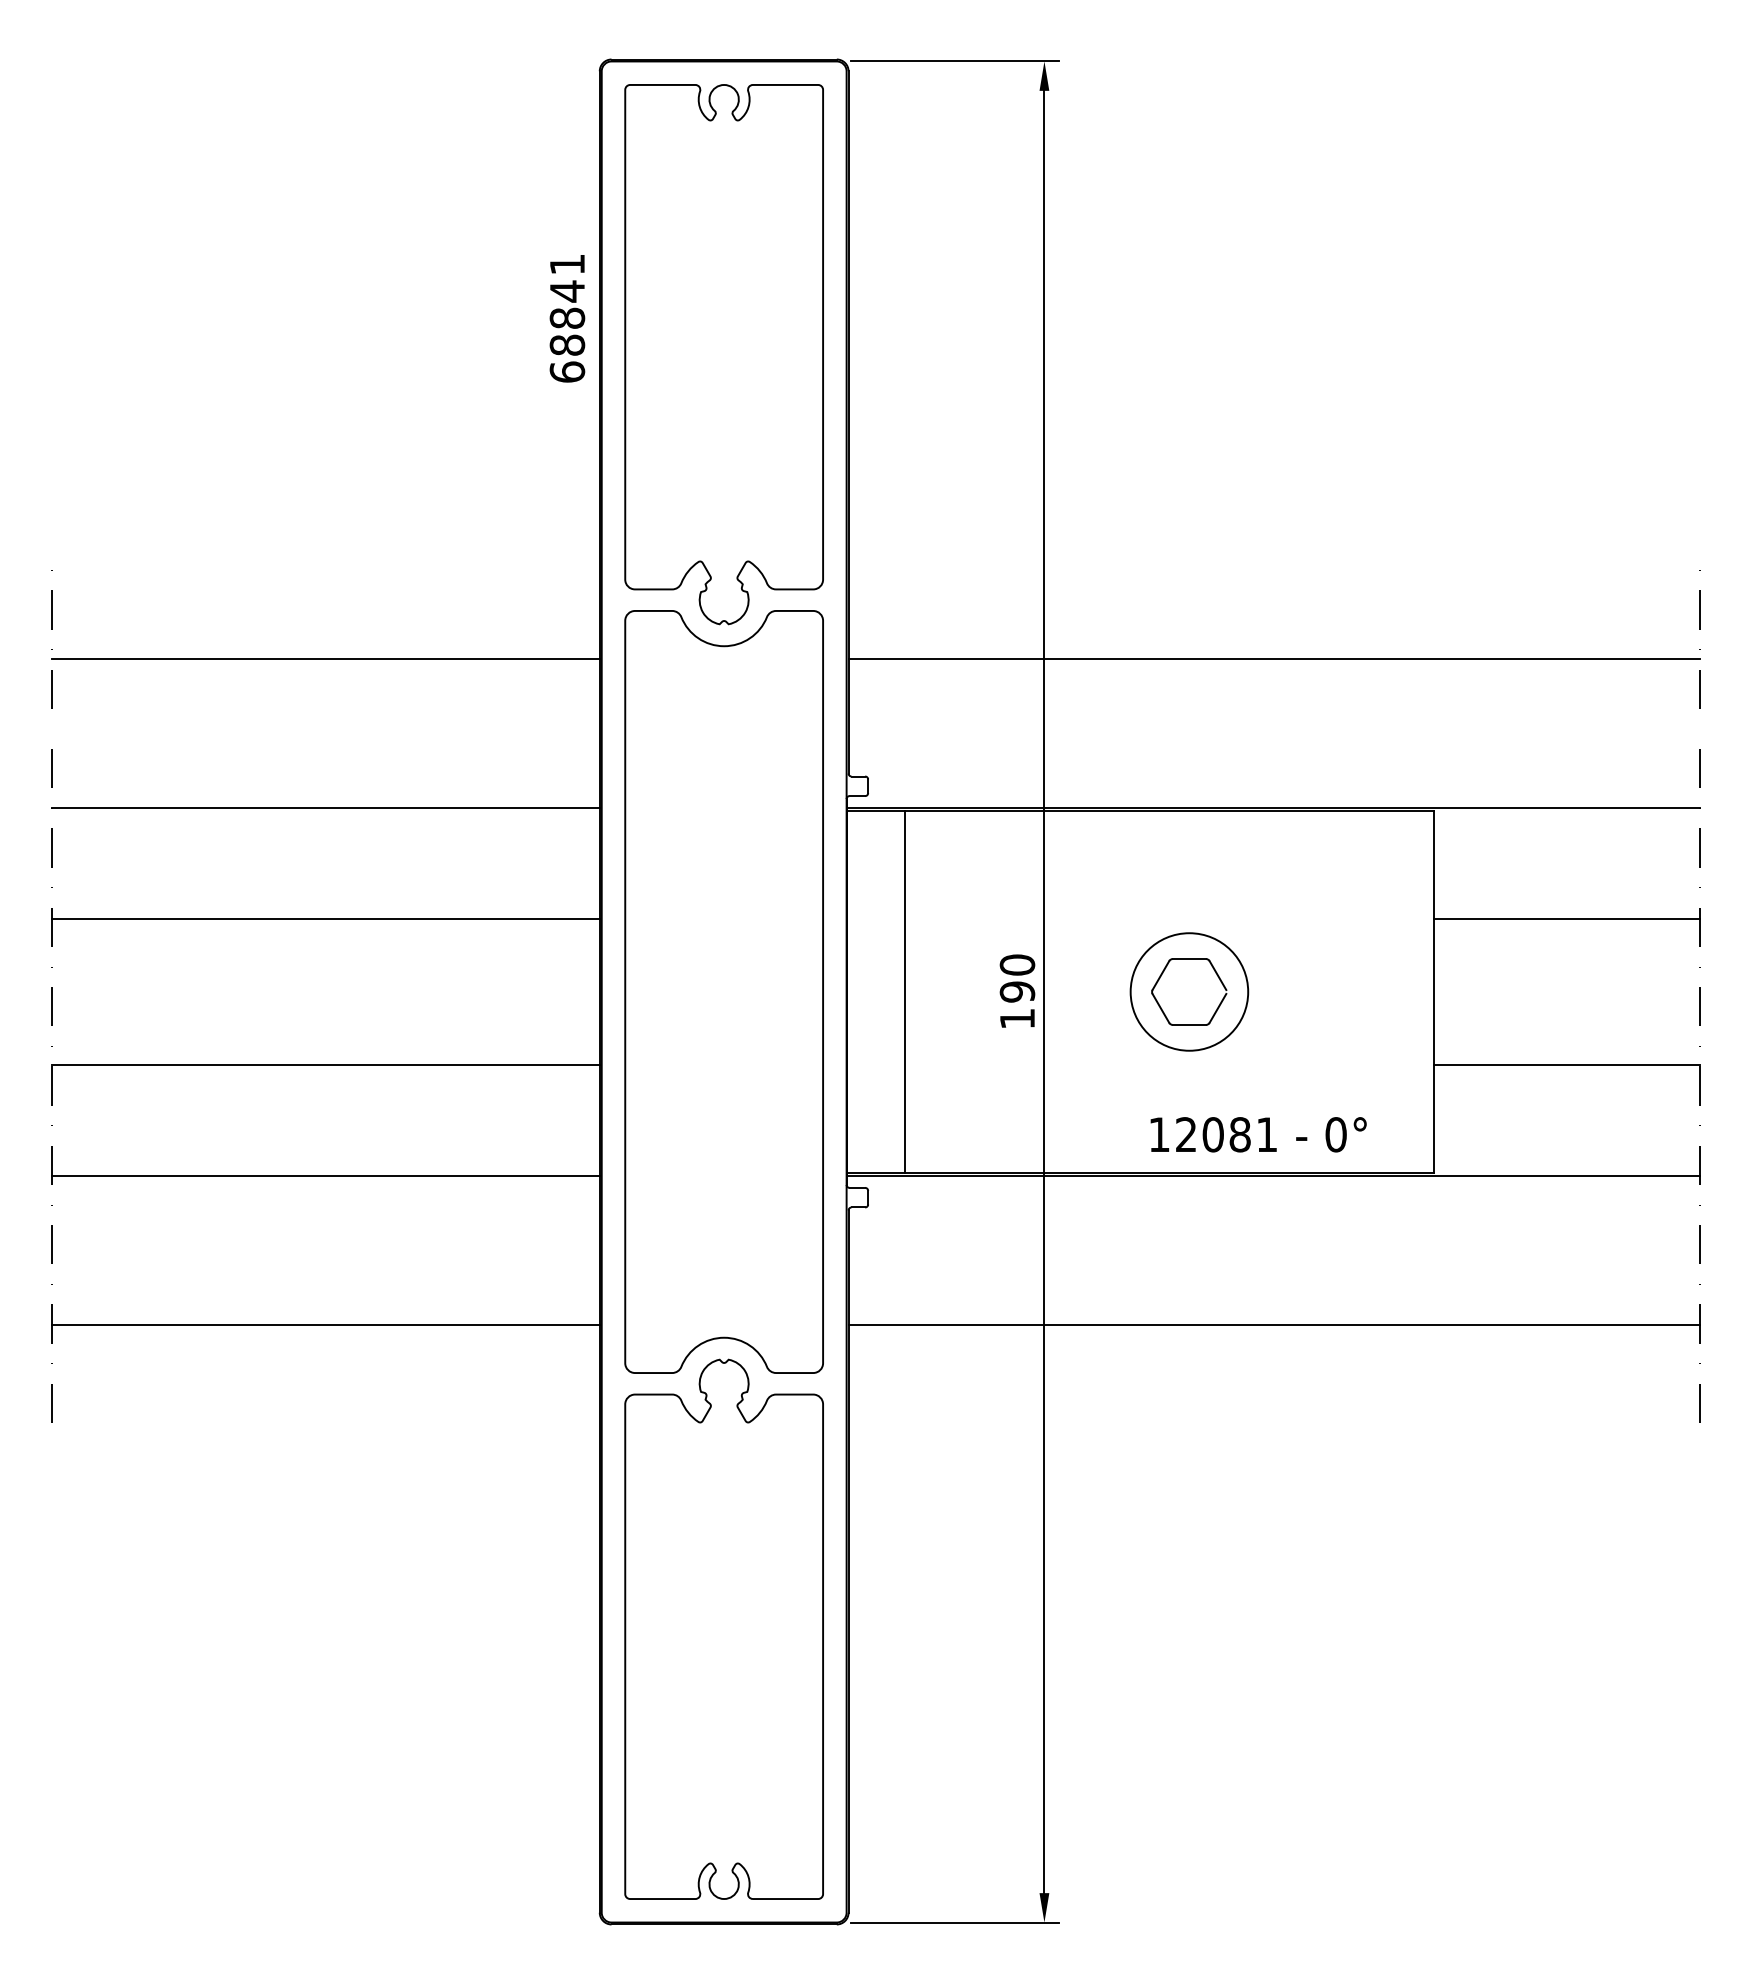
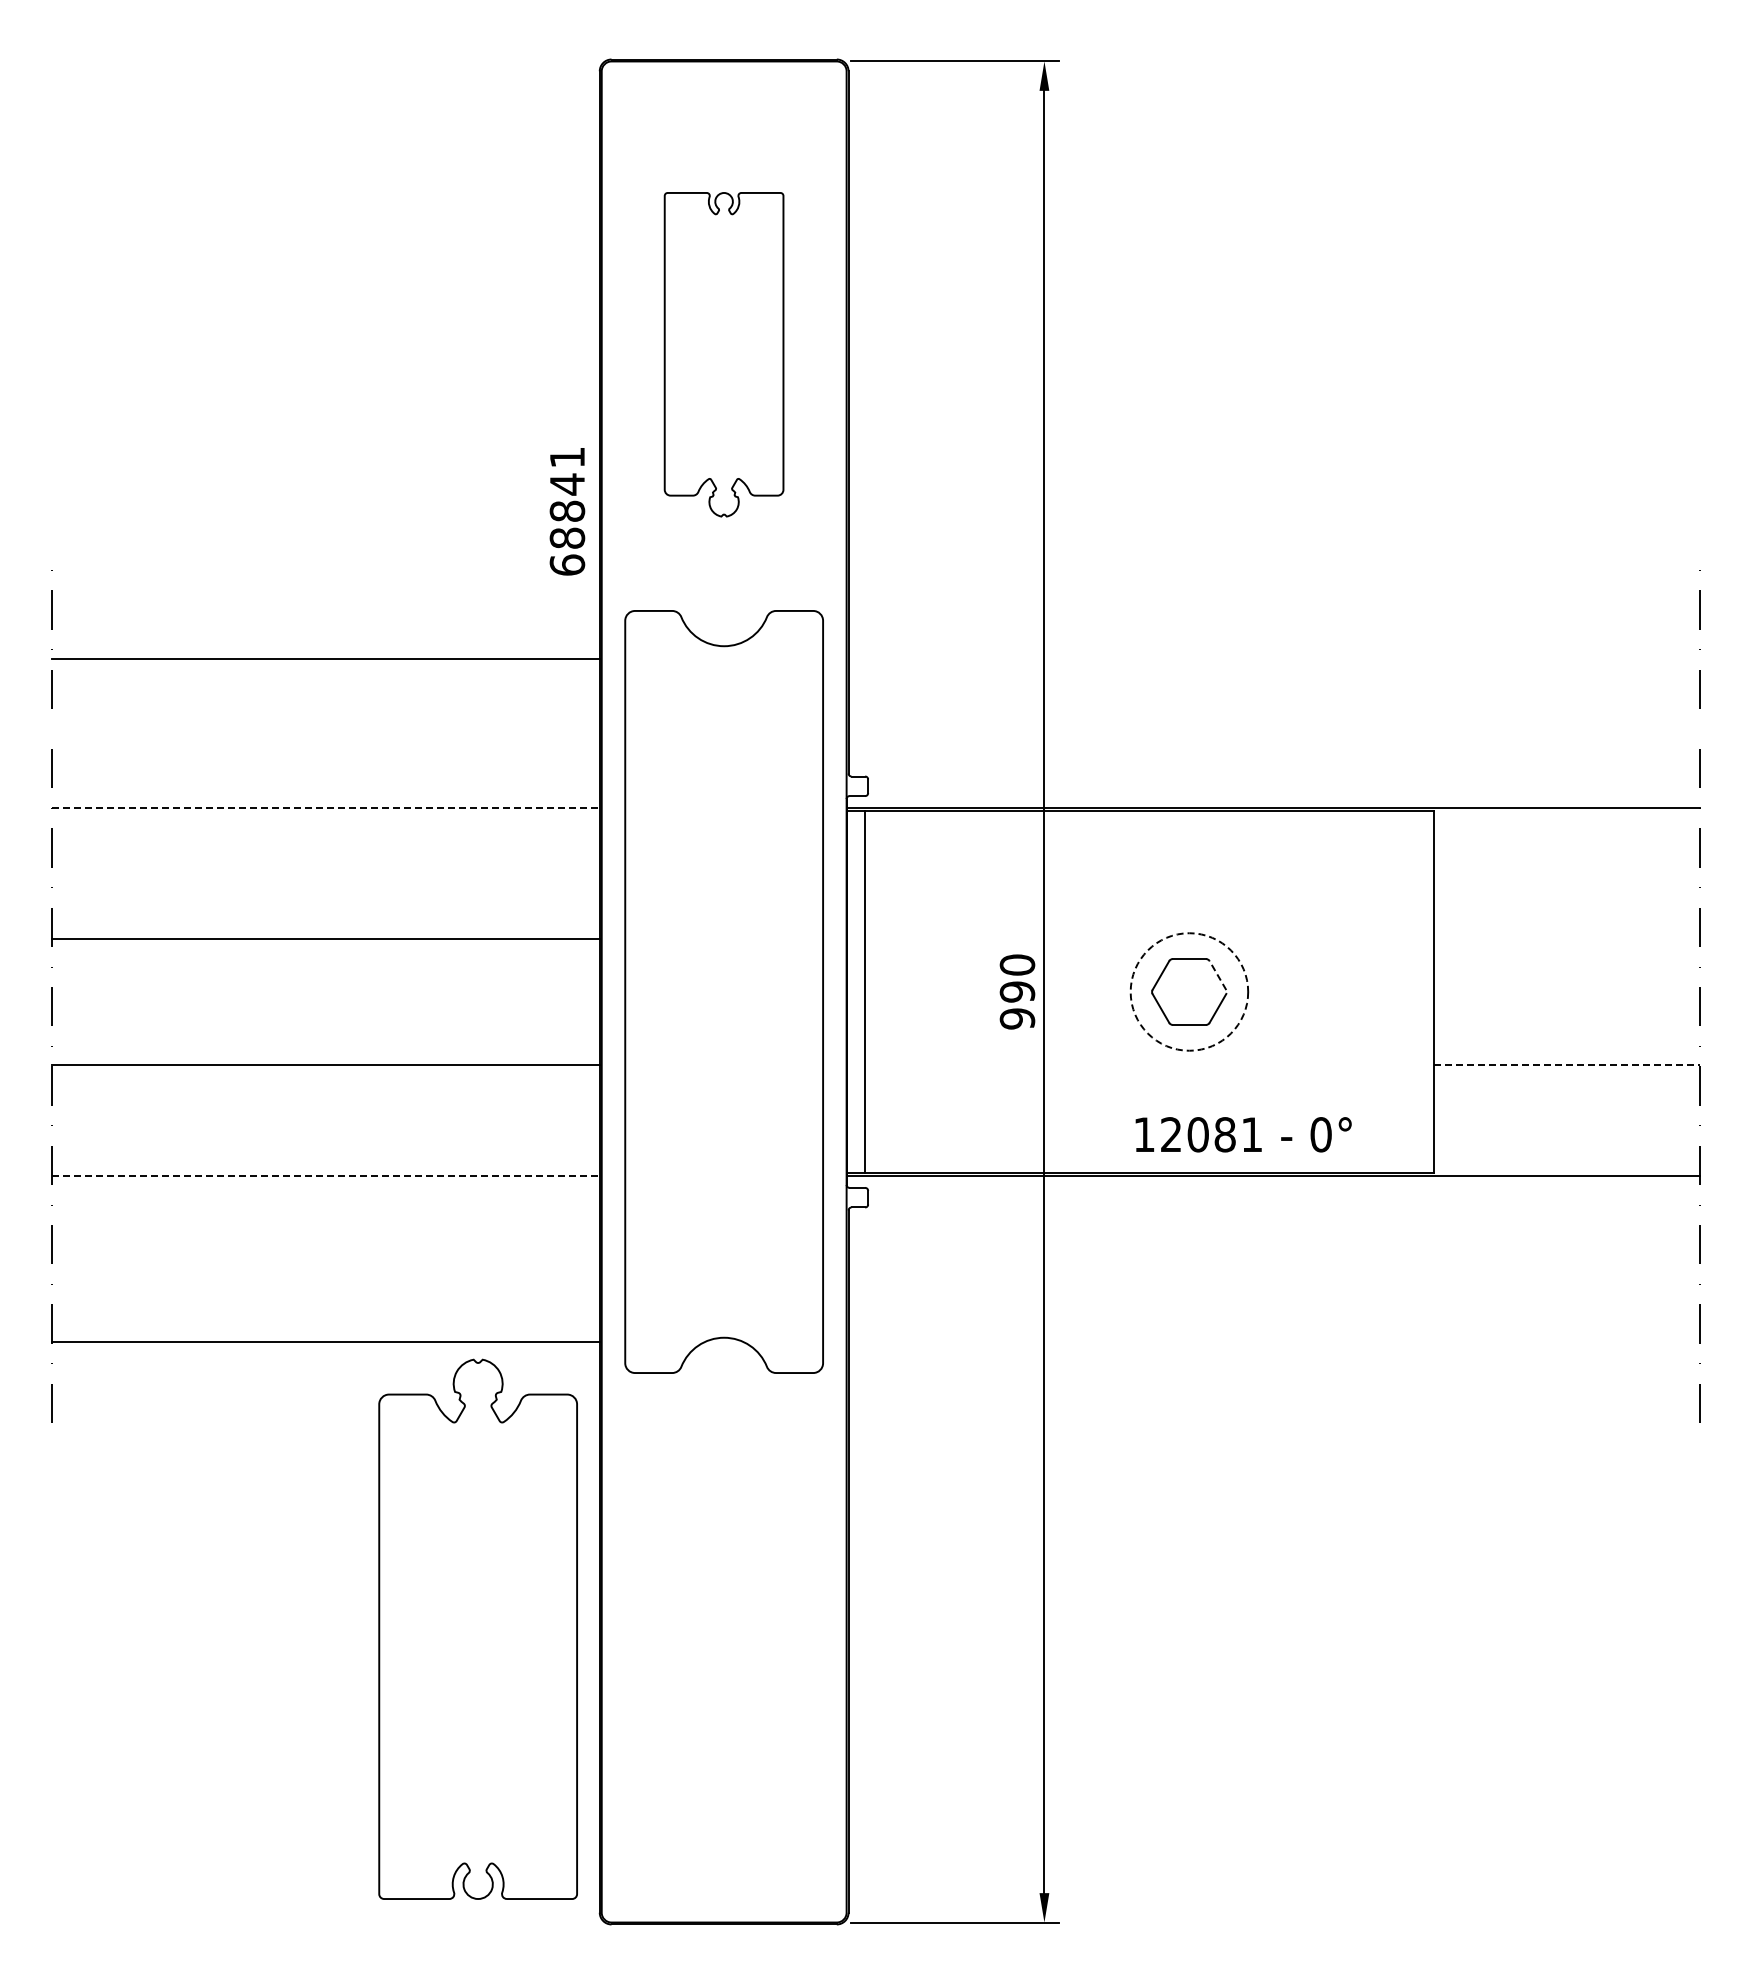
text at (567, 318) position: (567, 318) -> (567, 511)
part at (723, 354) size: 200x542 px -> 122x326 px
line at (1273, 658): present -> none
line at (326, 808): solid -> dashed
line at (325, 918) position: (325, 918) -> (325, 938)
line at (1566, 918): present -> none
line at (1217, 975): solid -> dashed
line at (905, 991) position: (905, 991) -> (865, 991)
circle at (1189, 991): solid -> dashed
text at (1017, 1018): 190 -> 990
line at (1566, 1065): solid -> dashed
text at (1258, 1134) position: (1258, 1134) -> (1243, 1134)
line at (326, 1175): solid -> dashed
line at (325, 1325) position: (325, 1325) -> (325, 1342)
line at (1273, 1325): present -> none
part at (723, 1628) position: (723, 1628) -> (477, 1628)
